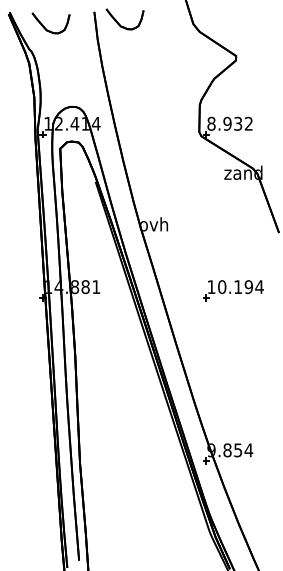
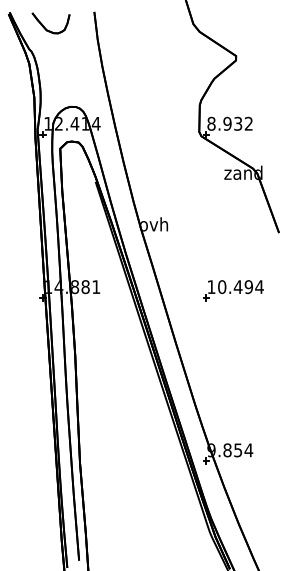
part at (119, 23): present -> none
text at (237, 286): 10.194 -> 10.494
